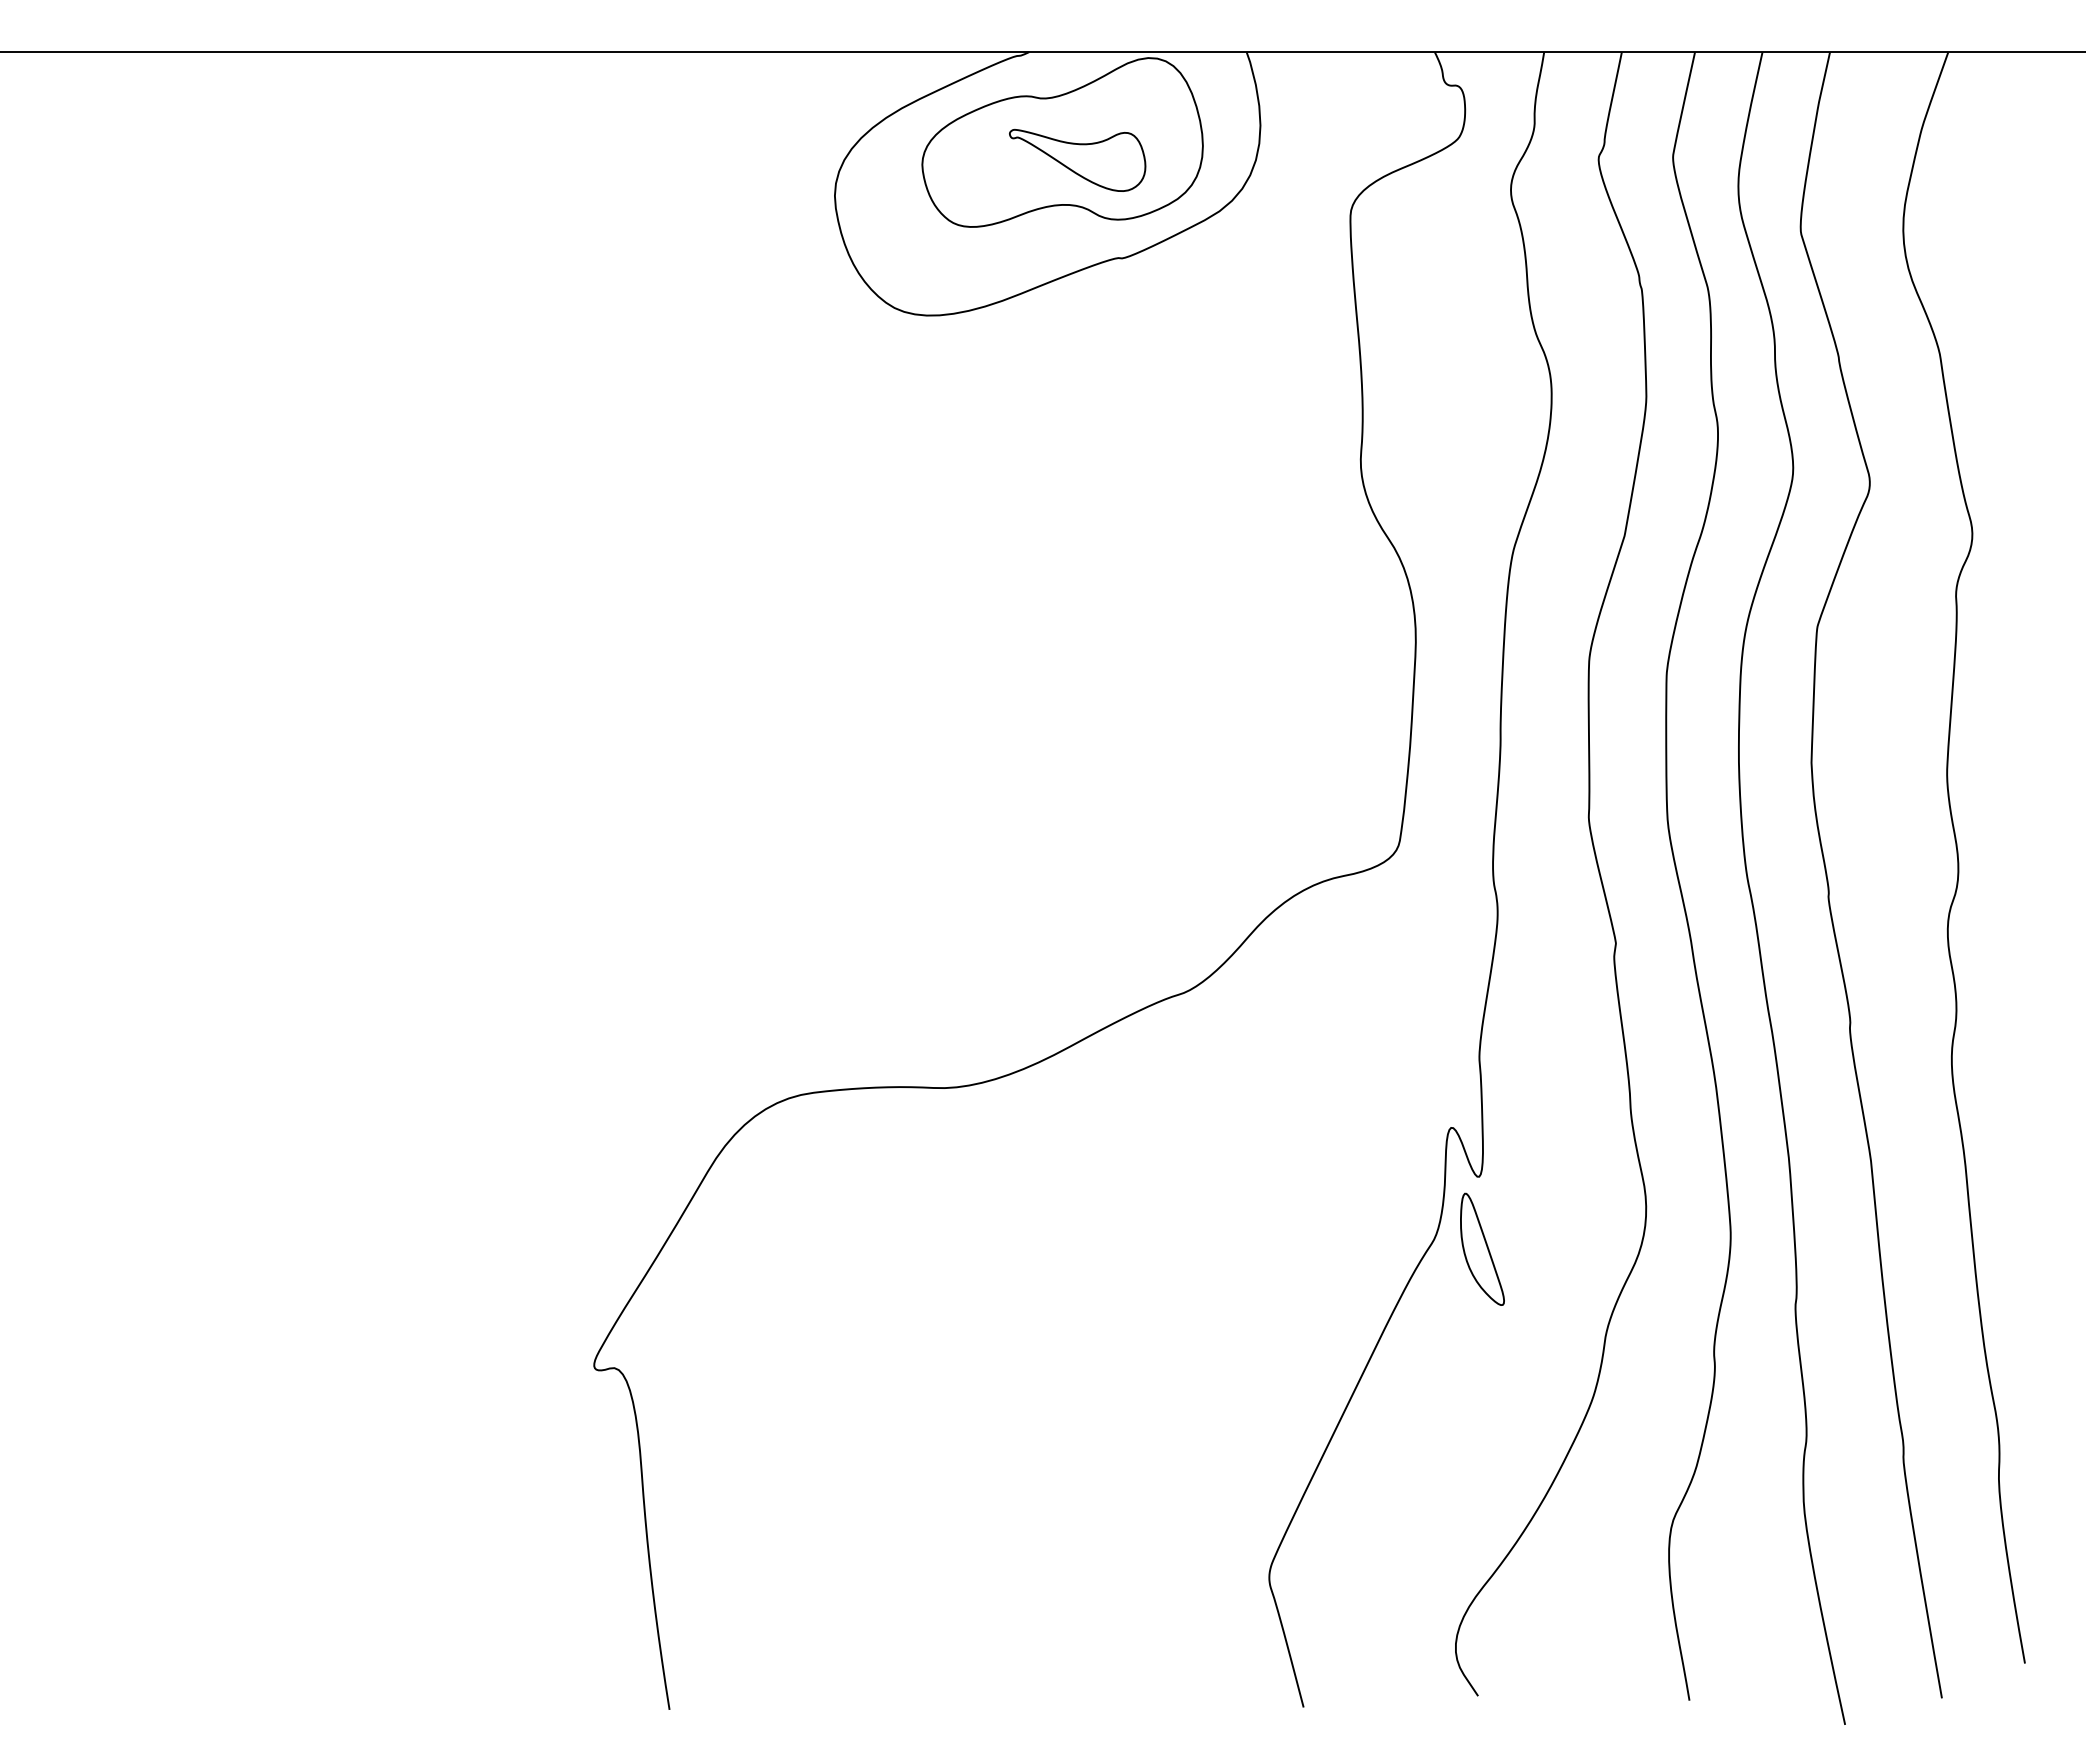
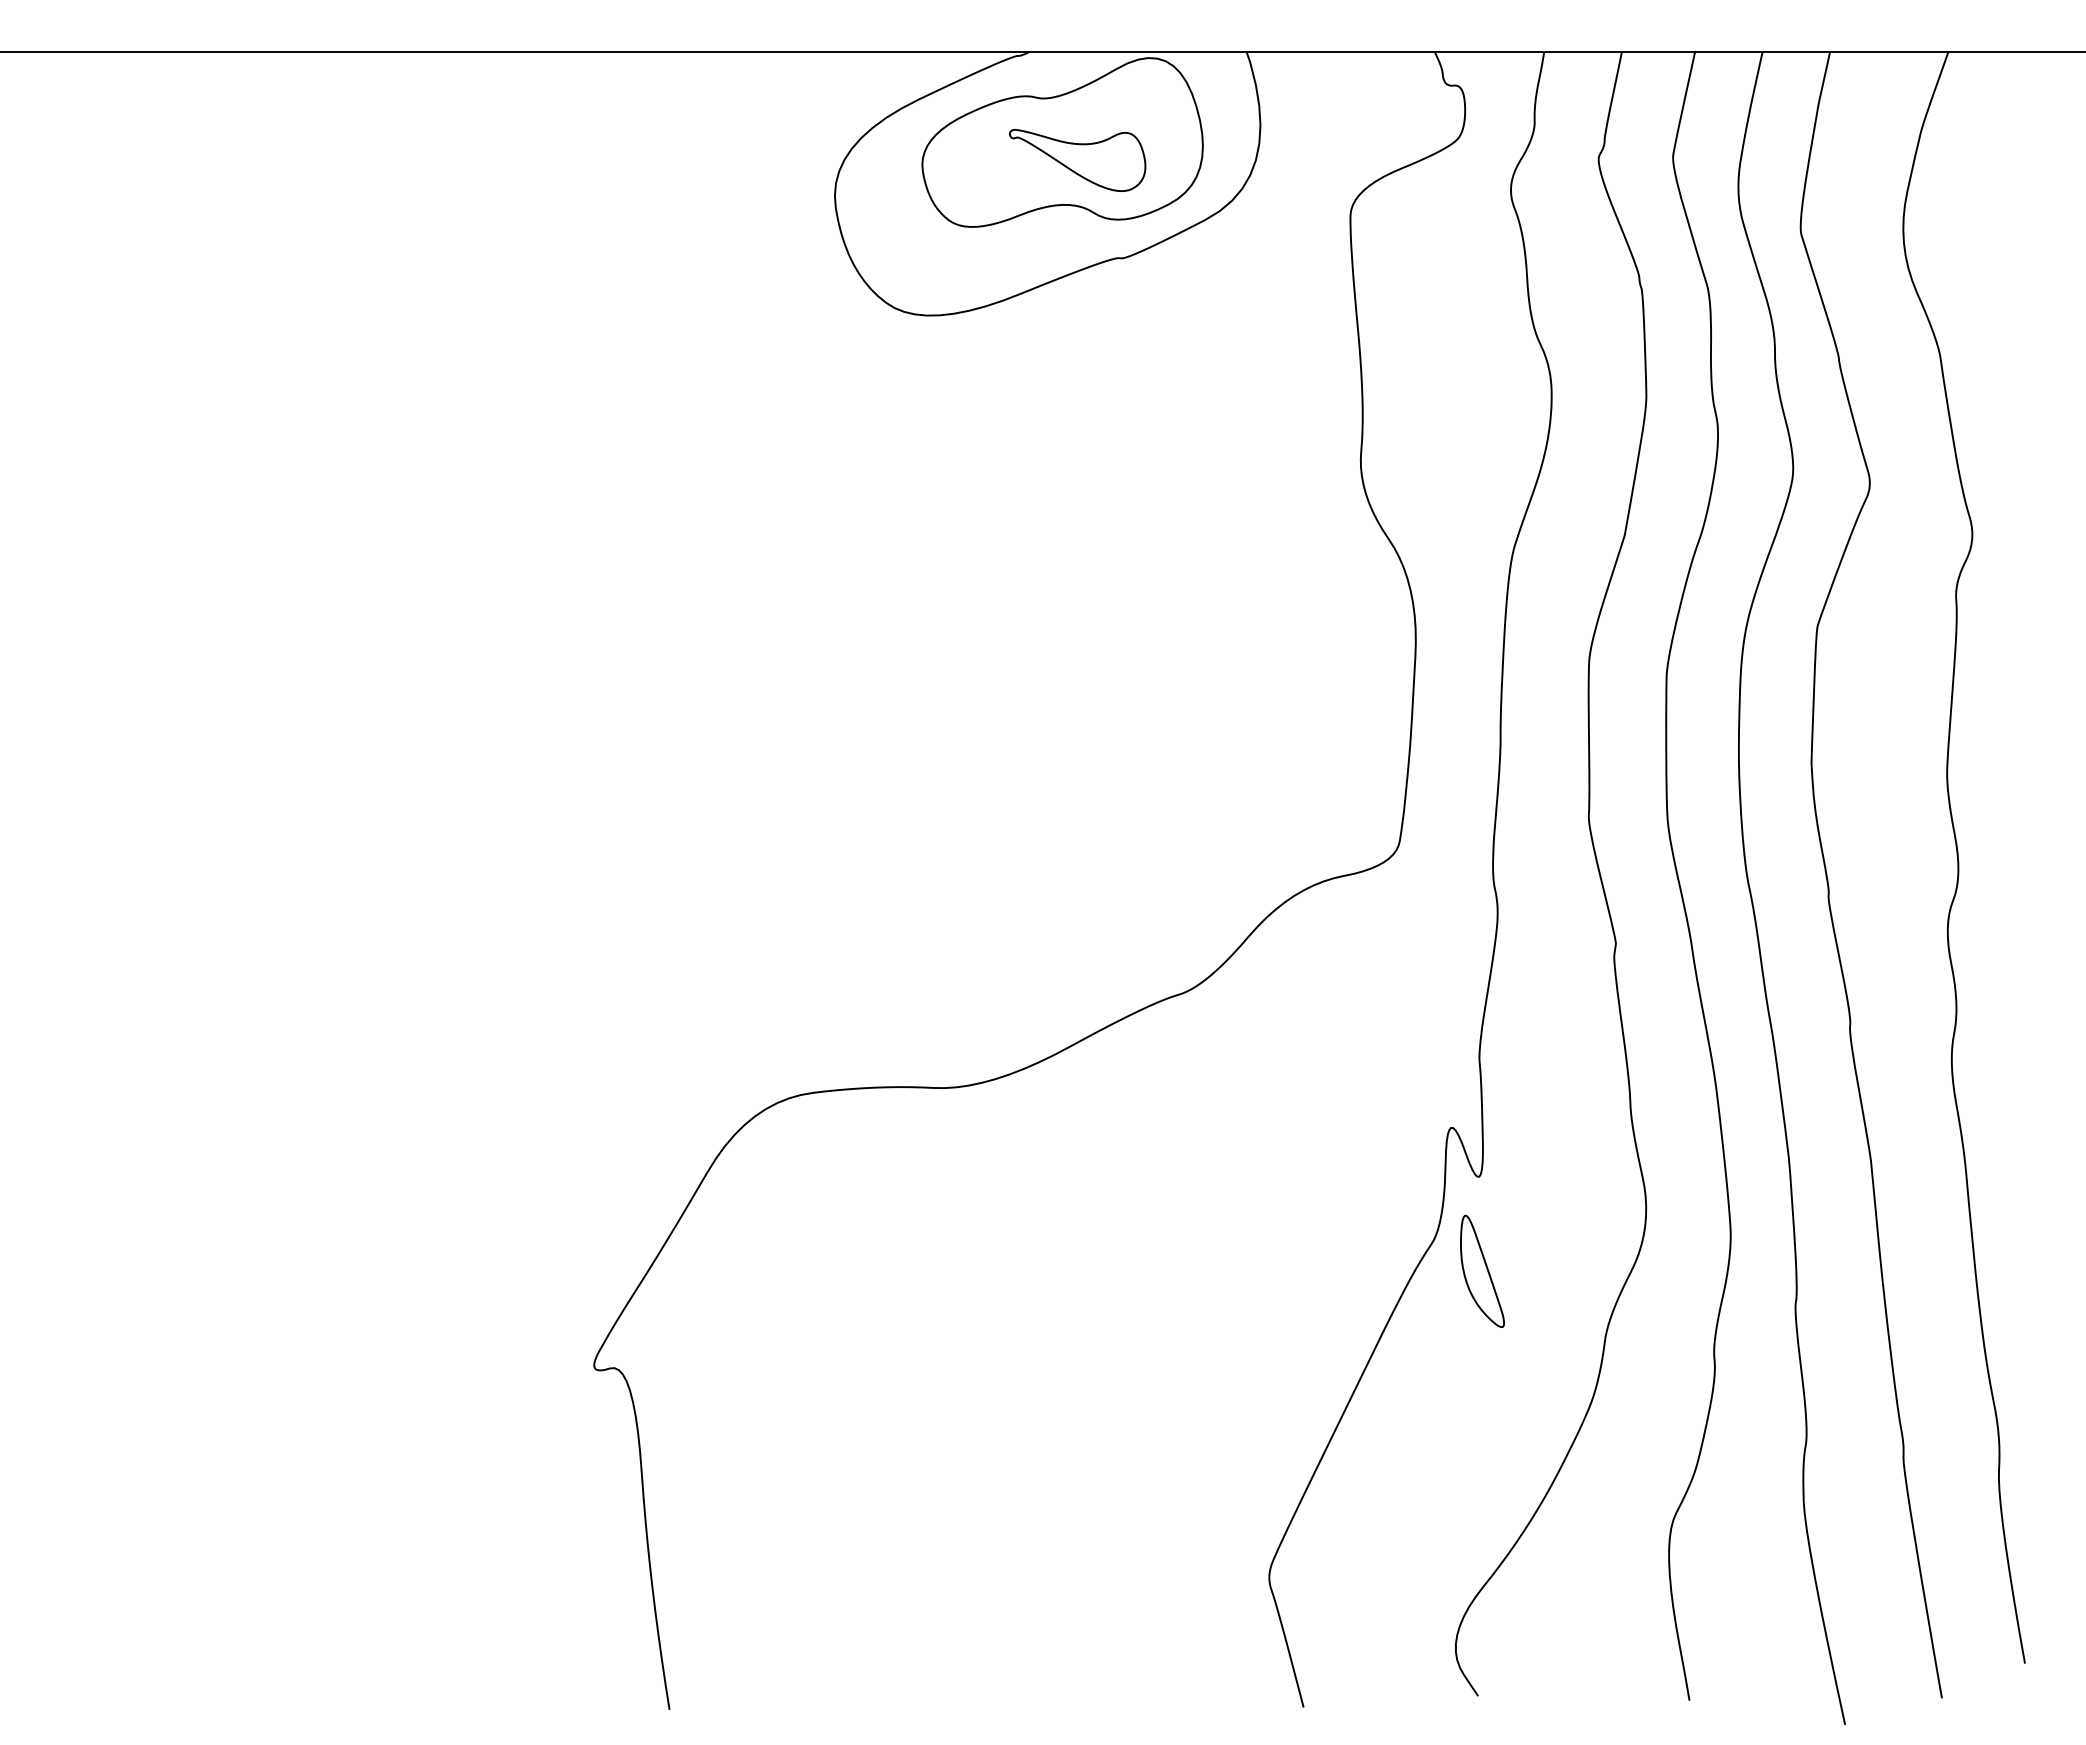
part at (1482, 1248) position: (1482, 1248) -> (1482, 1270)
